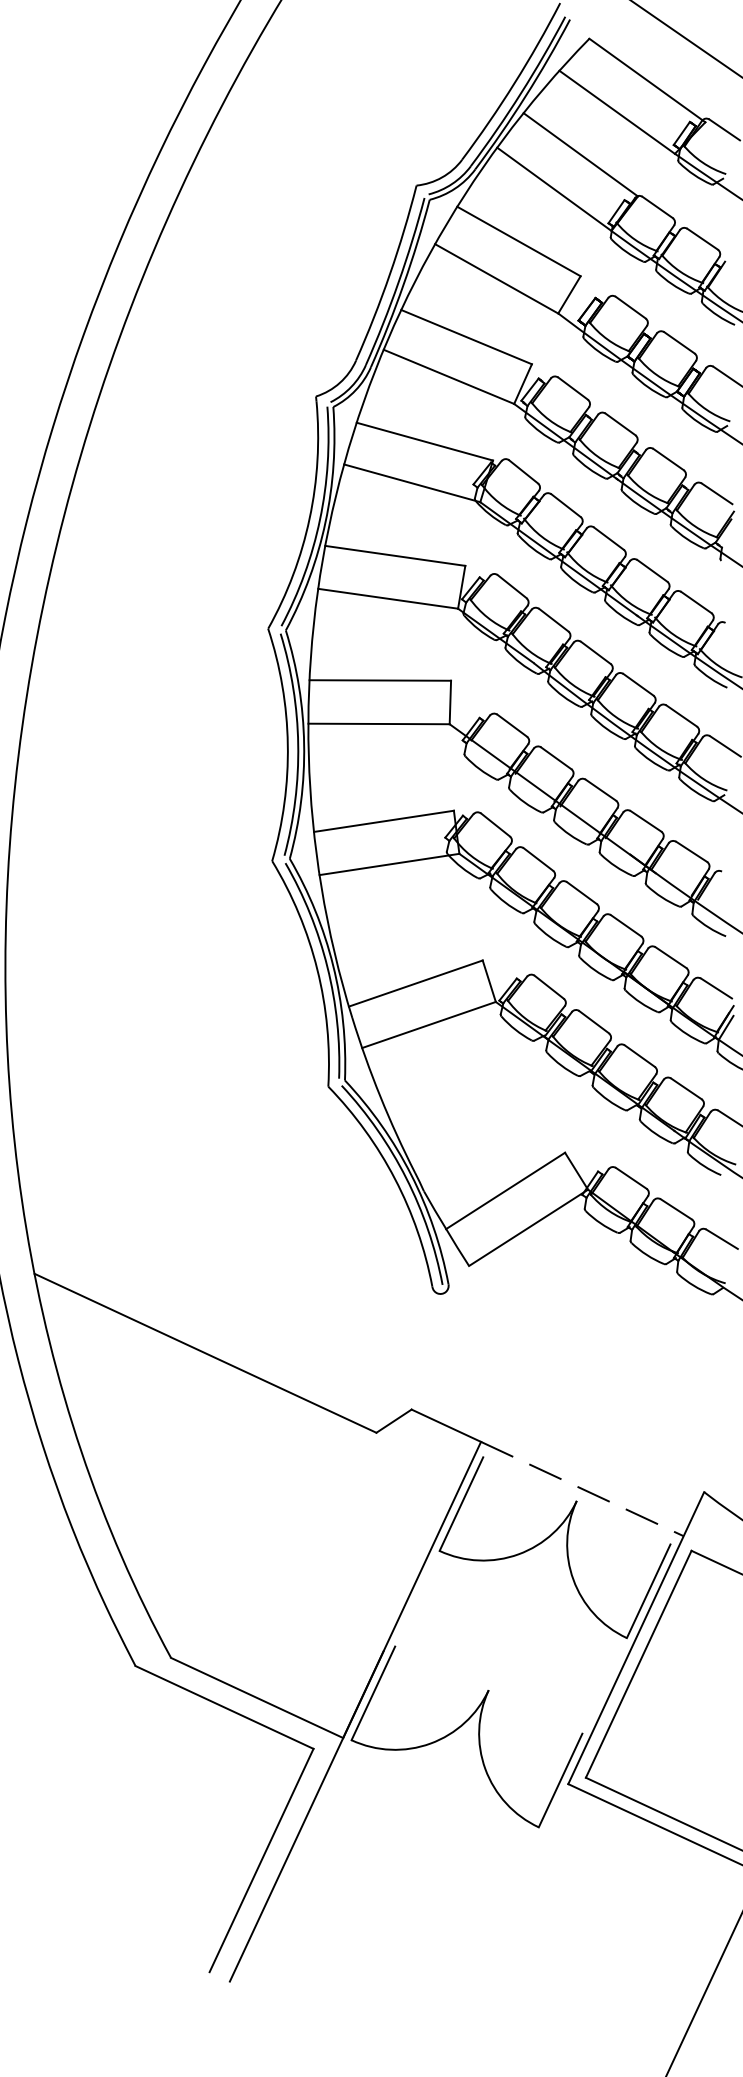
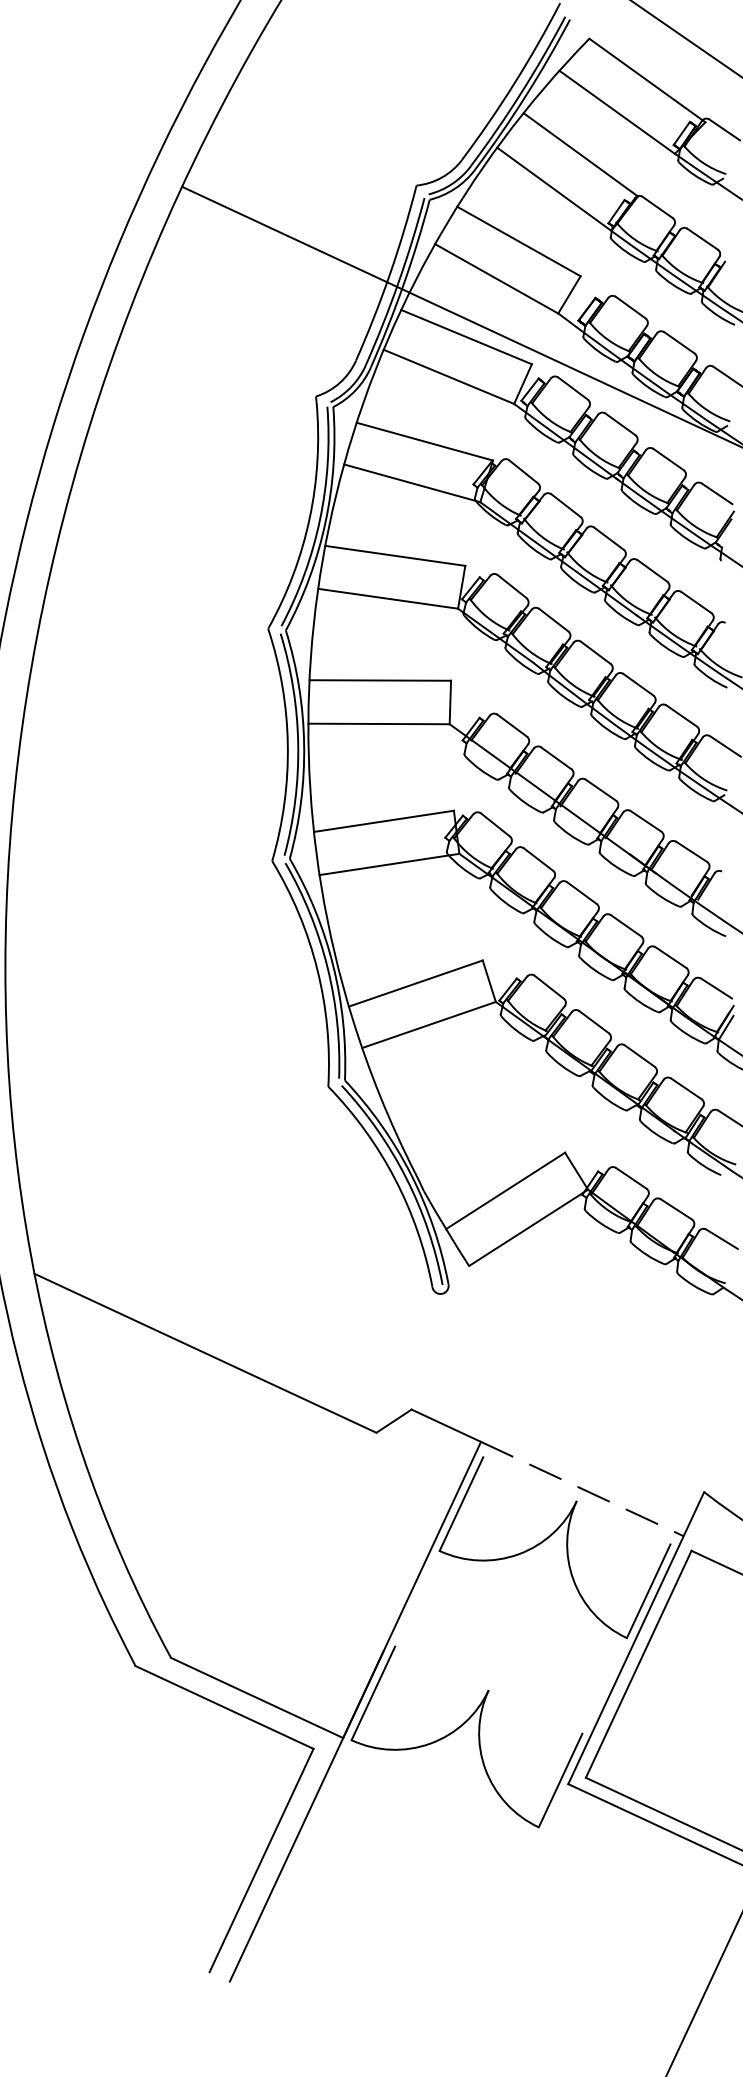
line at (460, 316): none -> present
